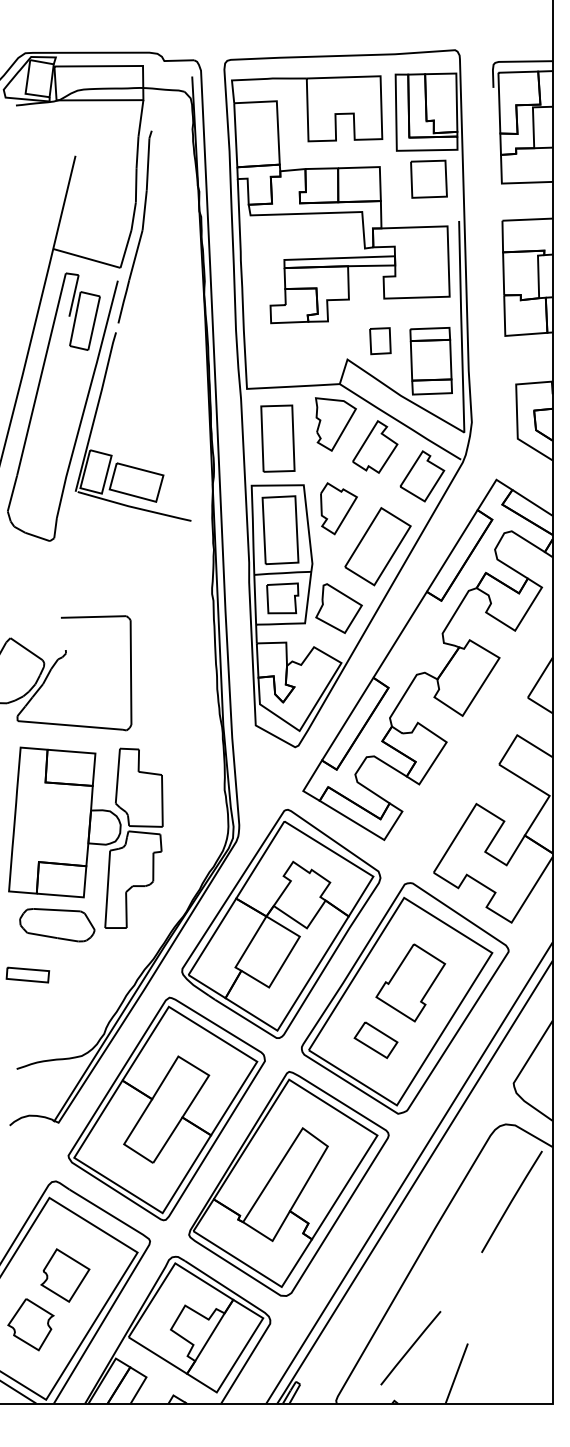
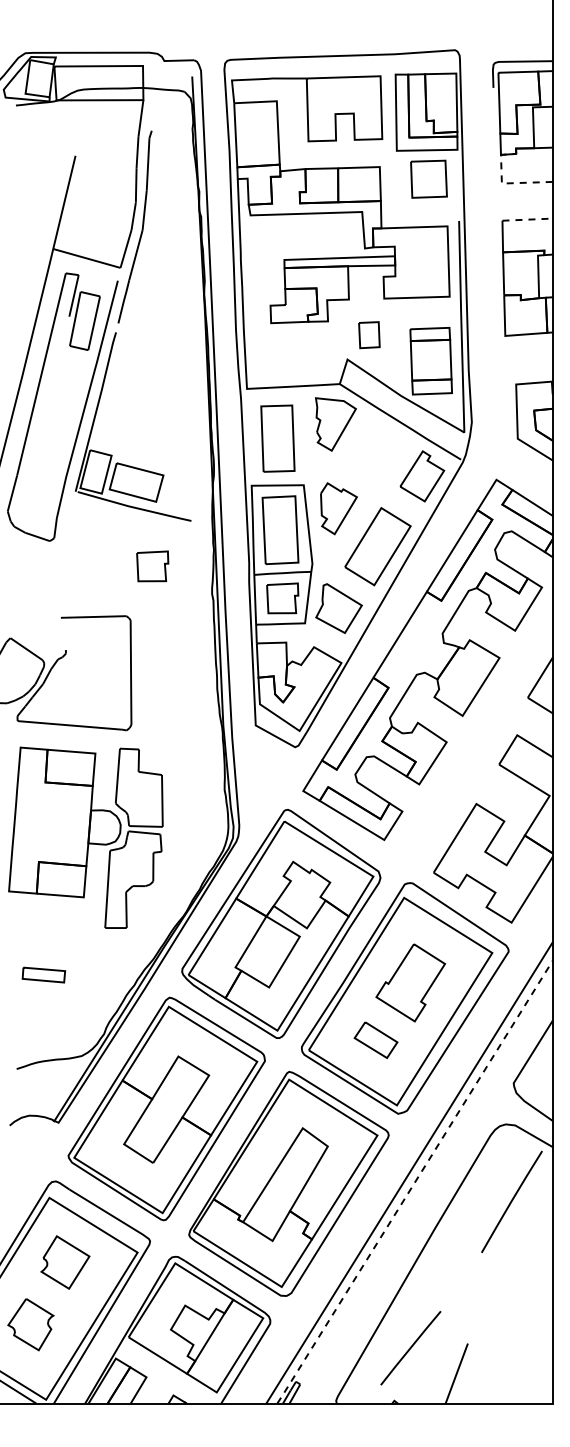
line at (503, 183): solid -> dashed
line at (528, 219): solid -> dashed
part at (380, 341) position: (380, 341) -> (369, 335)
part at (375, 446): present -> none
part at (152, 566): none -> present
part at (57, 925): present -> none
part at (27, 974) position: (27, 974) -> (43, 974)
line at (415, 1182): solid -> dashed
part at (65, 1275) position: (65, 1275) -> (65, 1262)
